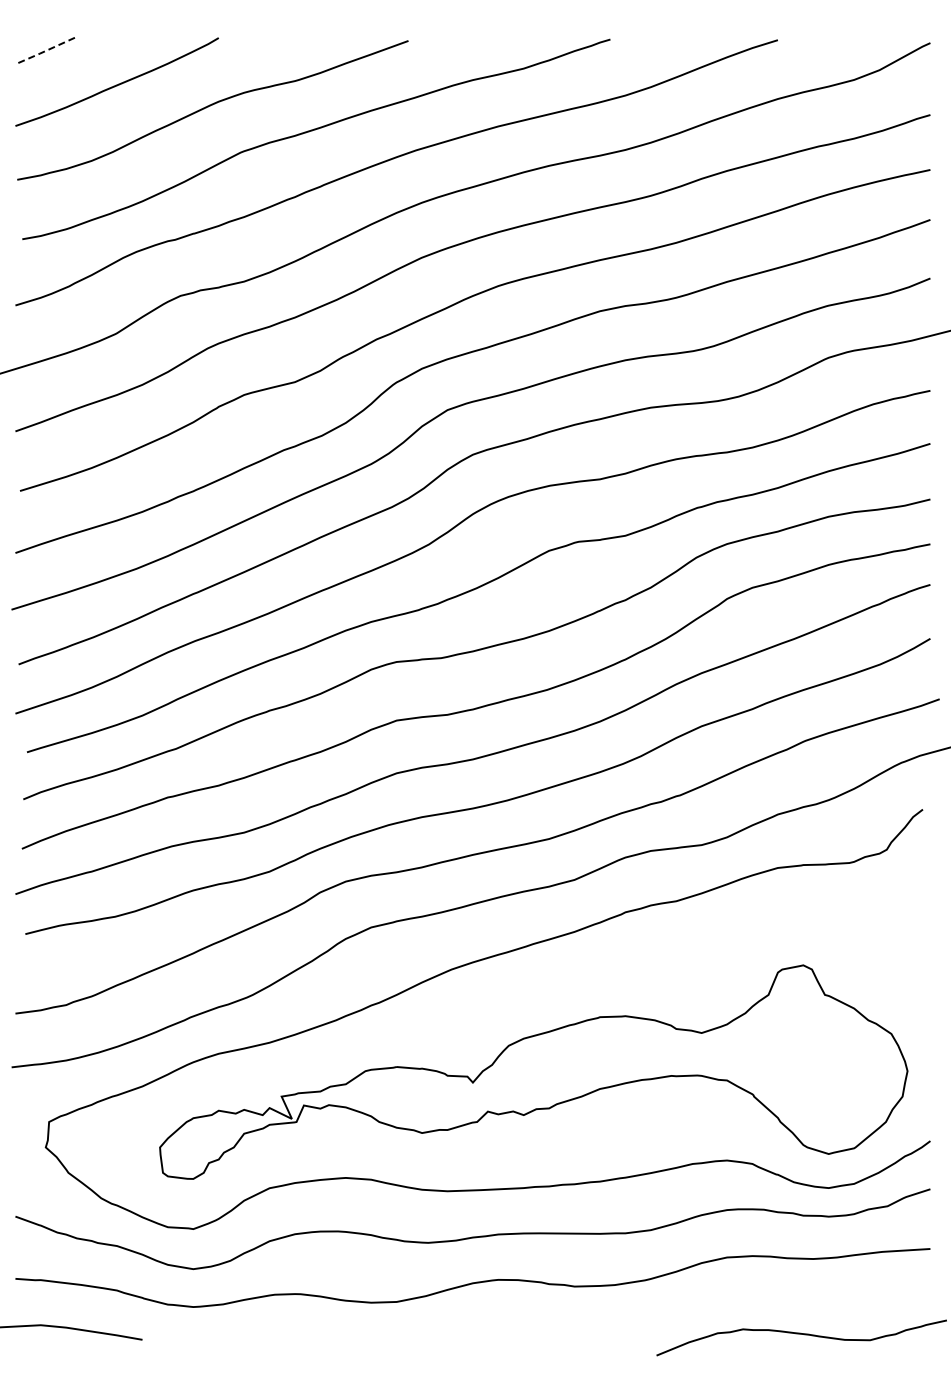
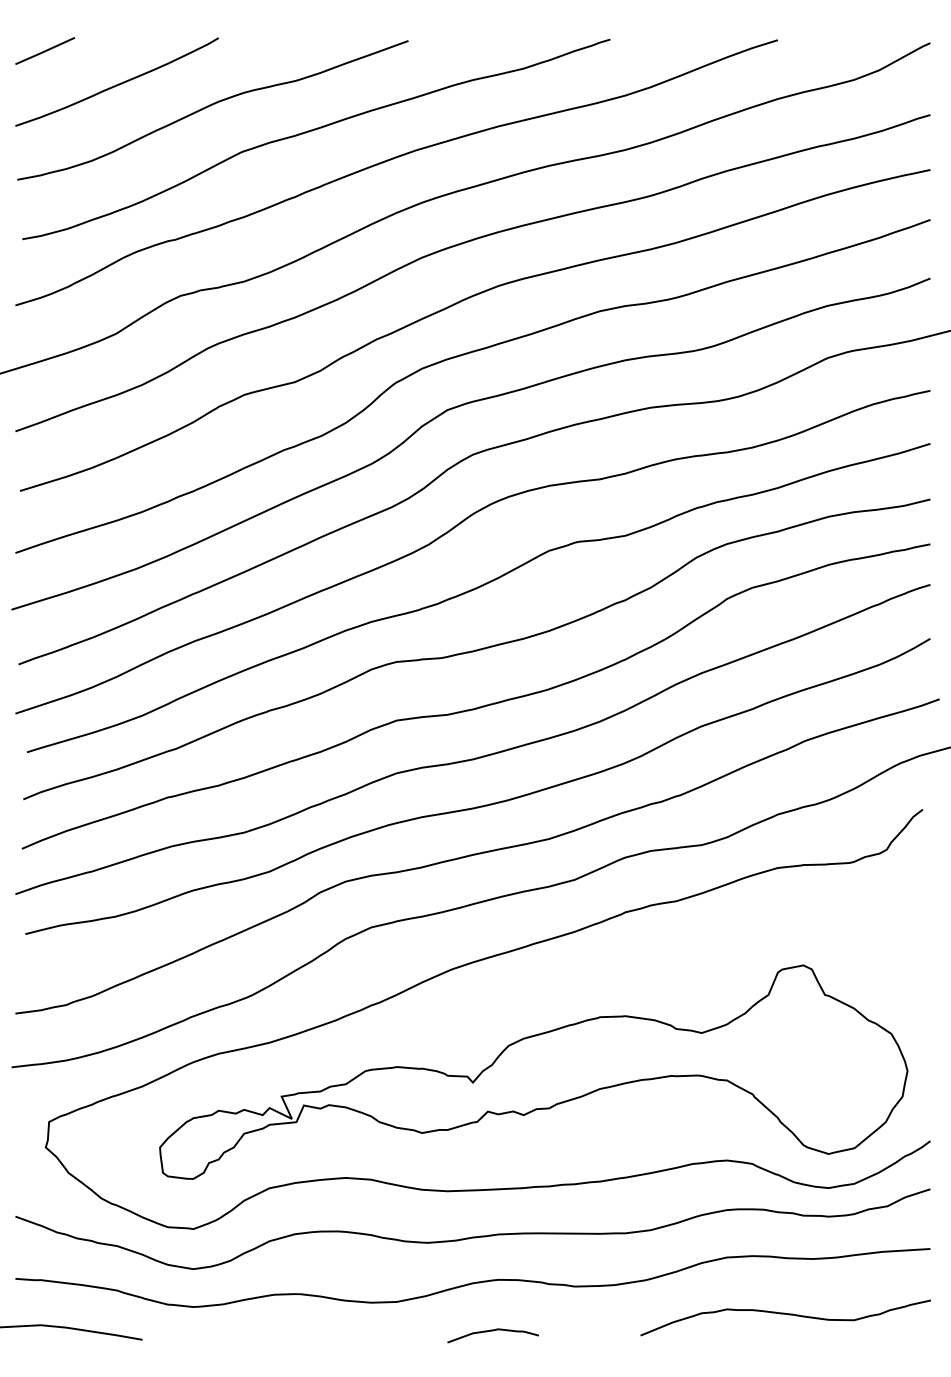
line at (44, 51): dashed -> solid
curve at (492, 1331): none -> present
curve at (801, 1334) position: (801, 1334) -> (785, 1314)
